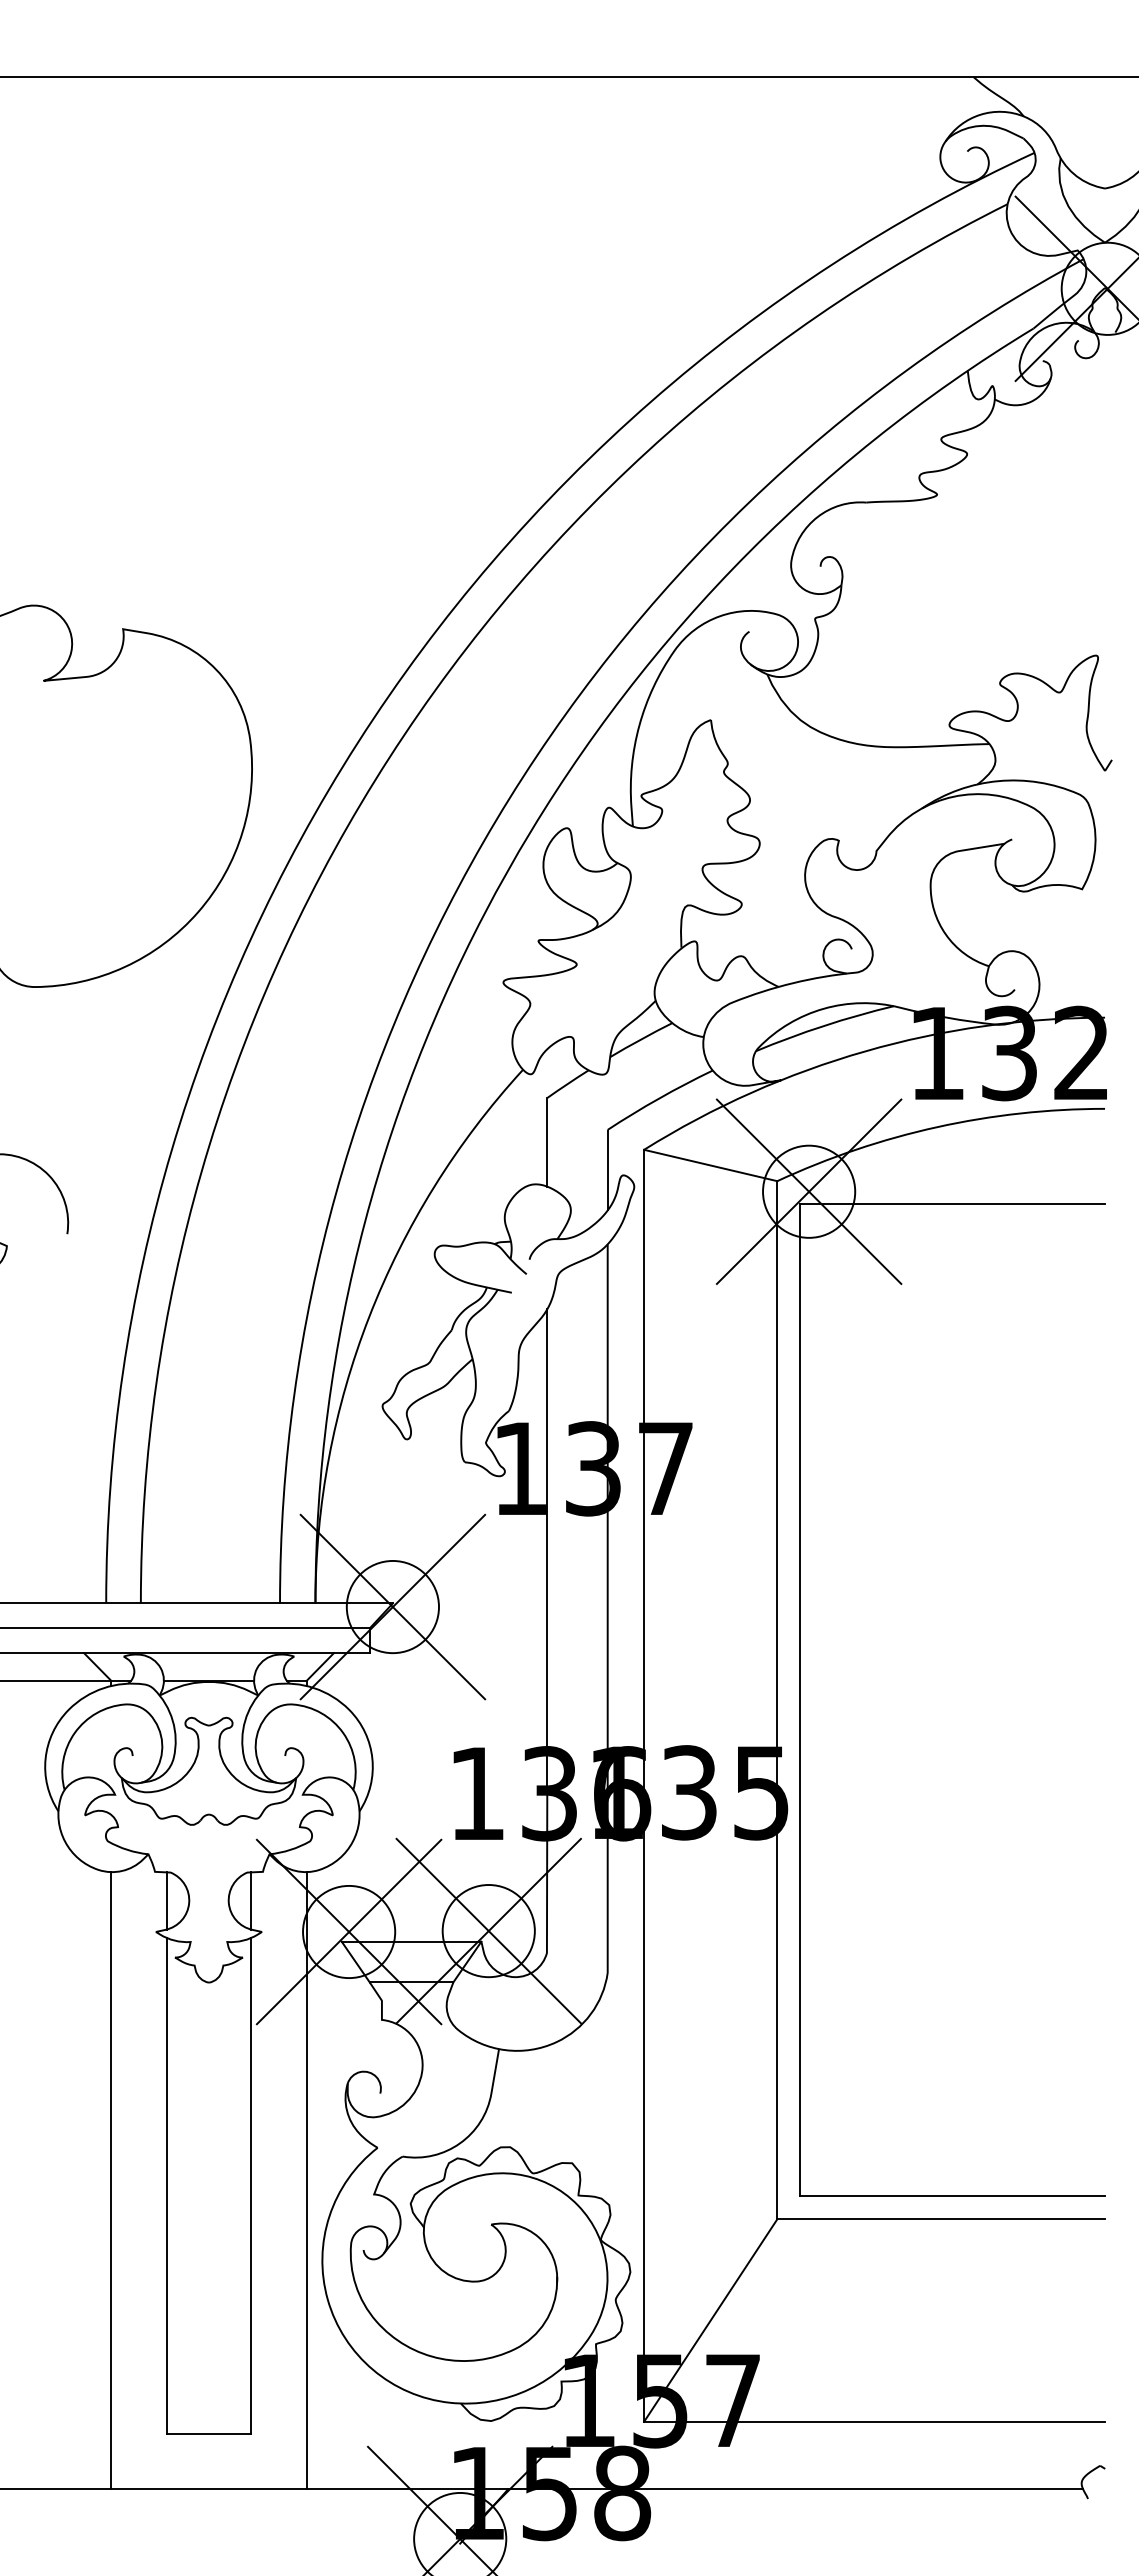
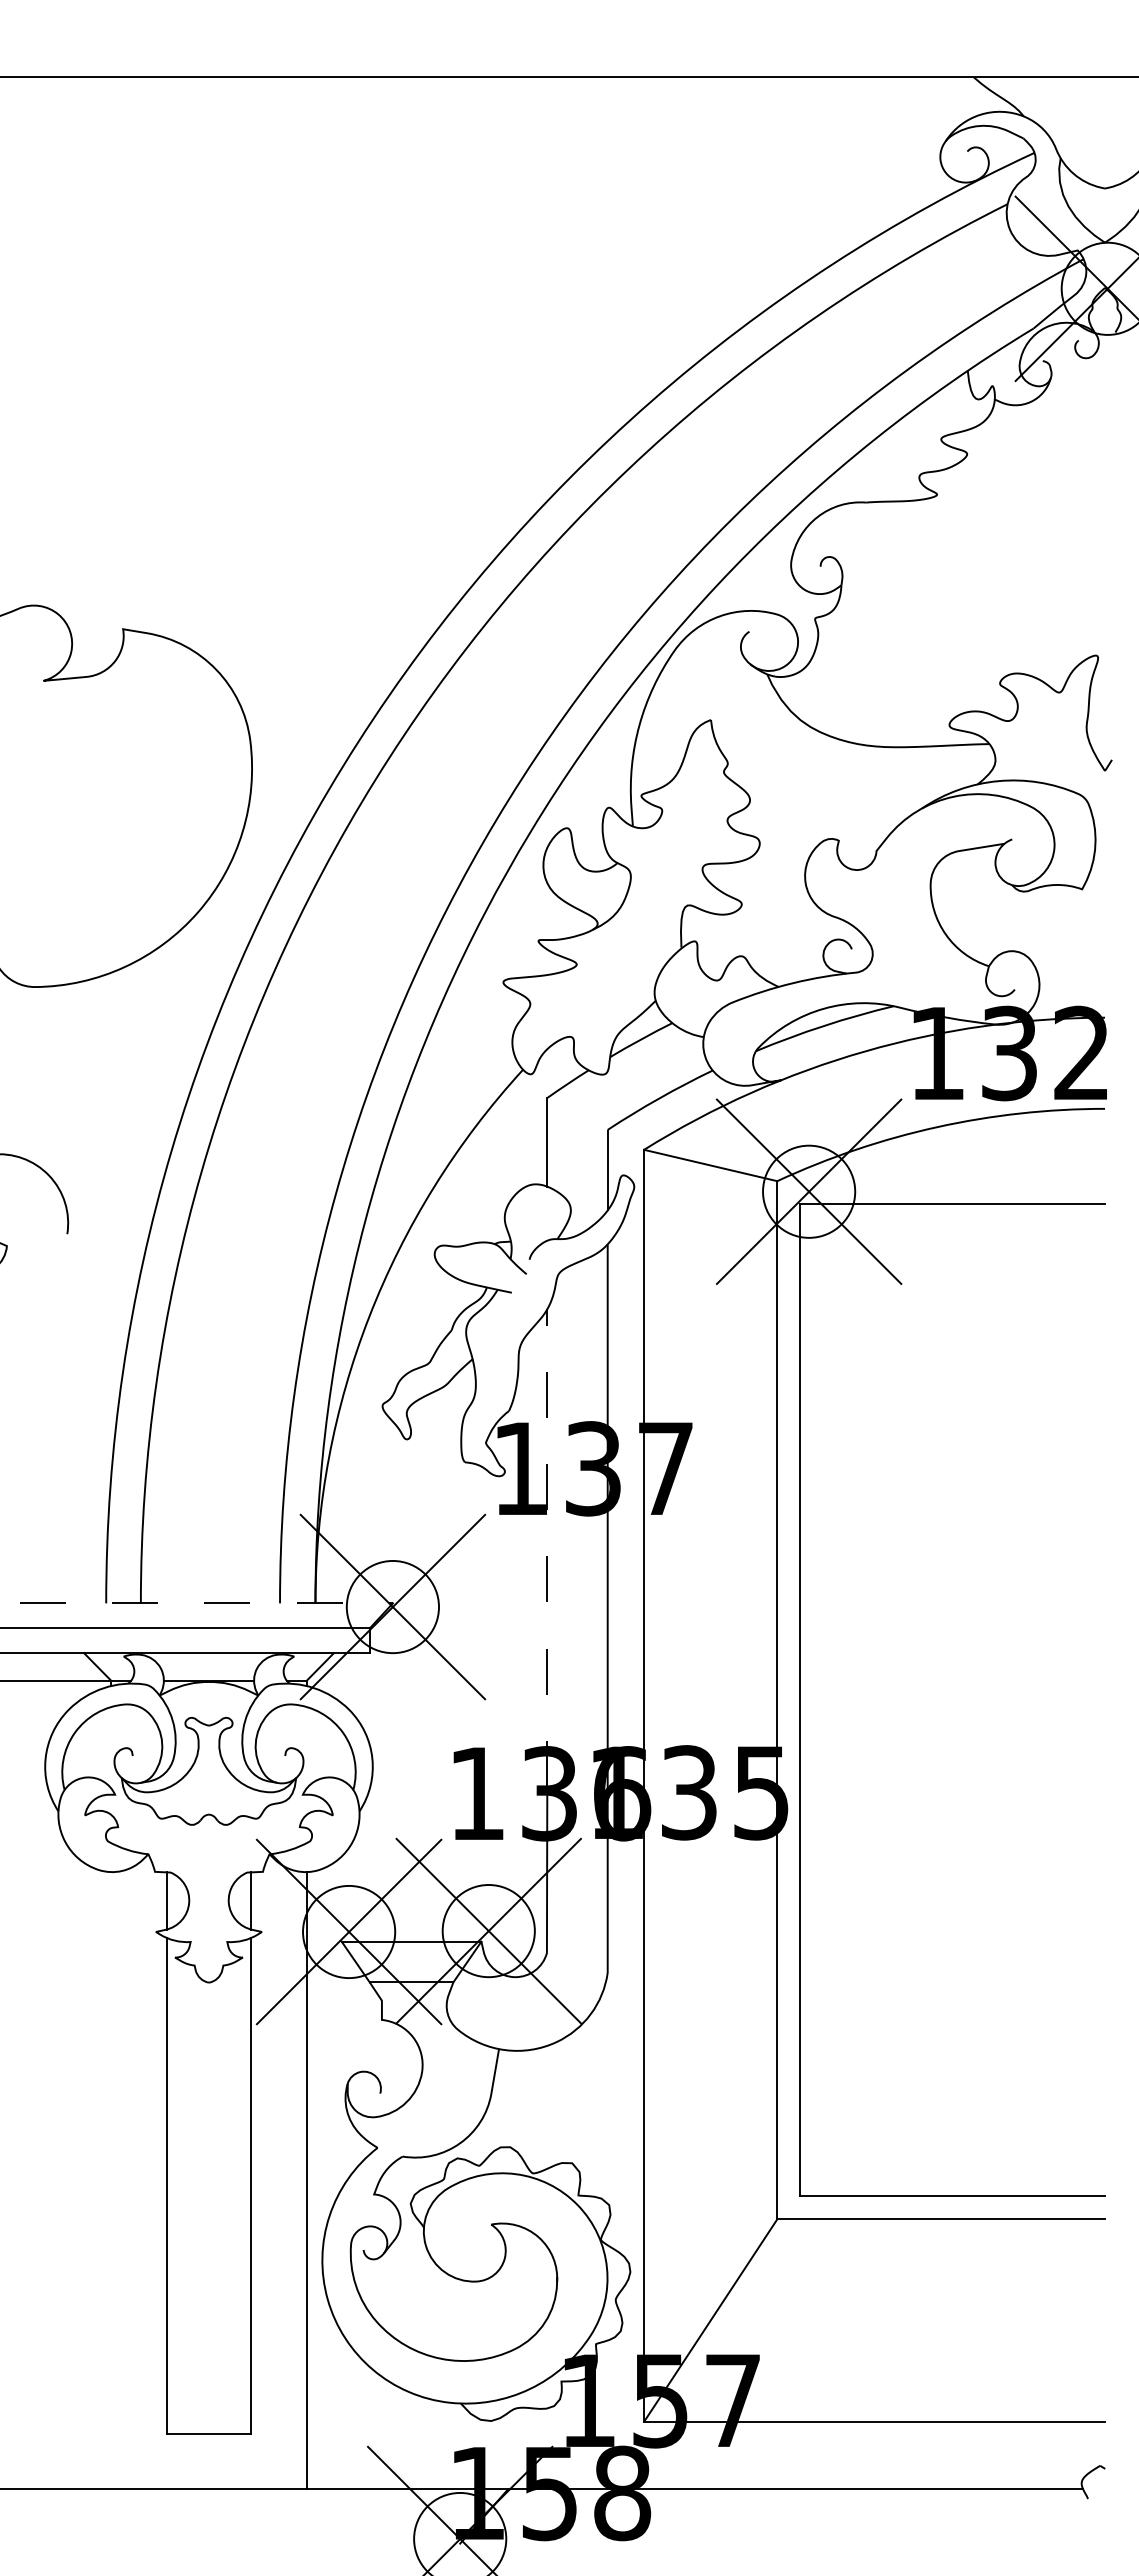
line at (547, 1548): solid -> dashed
line at (196, 1603): solid -> dashed
line at (111, 2180): present -> none
